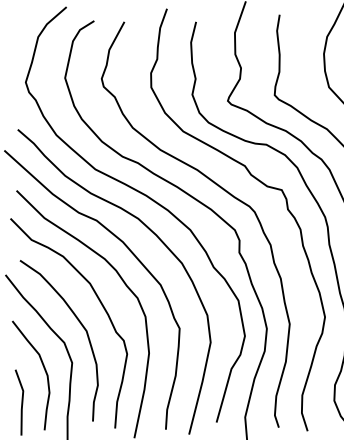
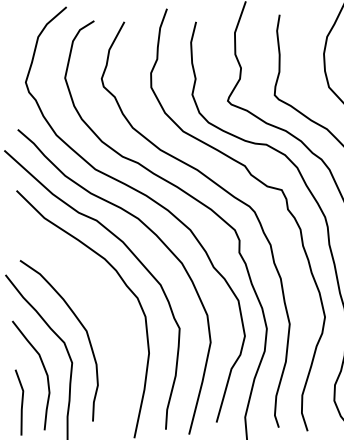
part at (102, 307): present -> none
